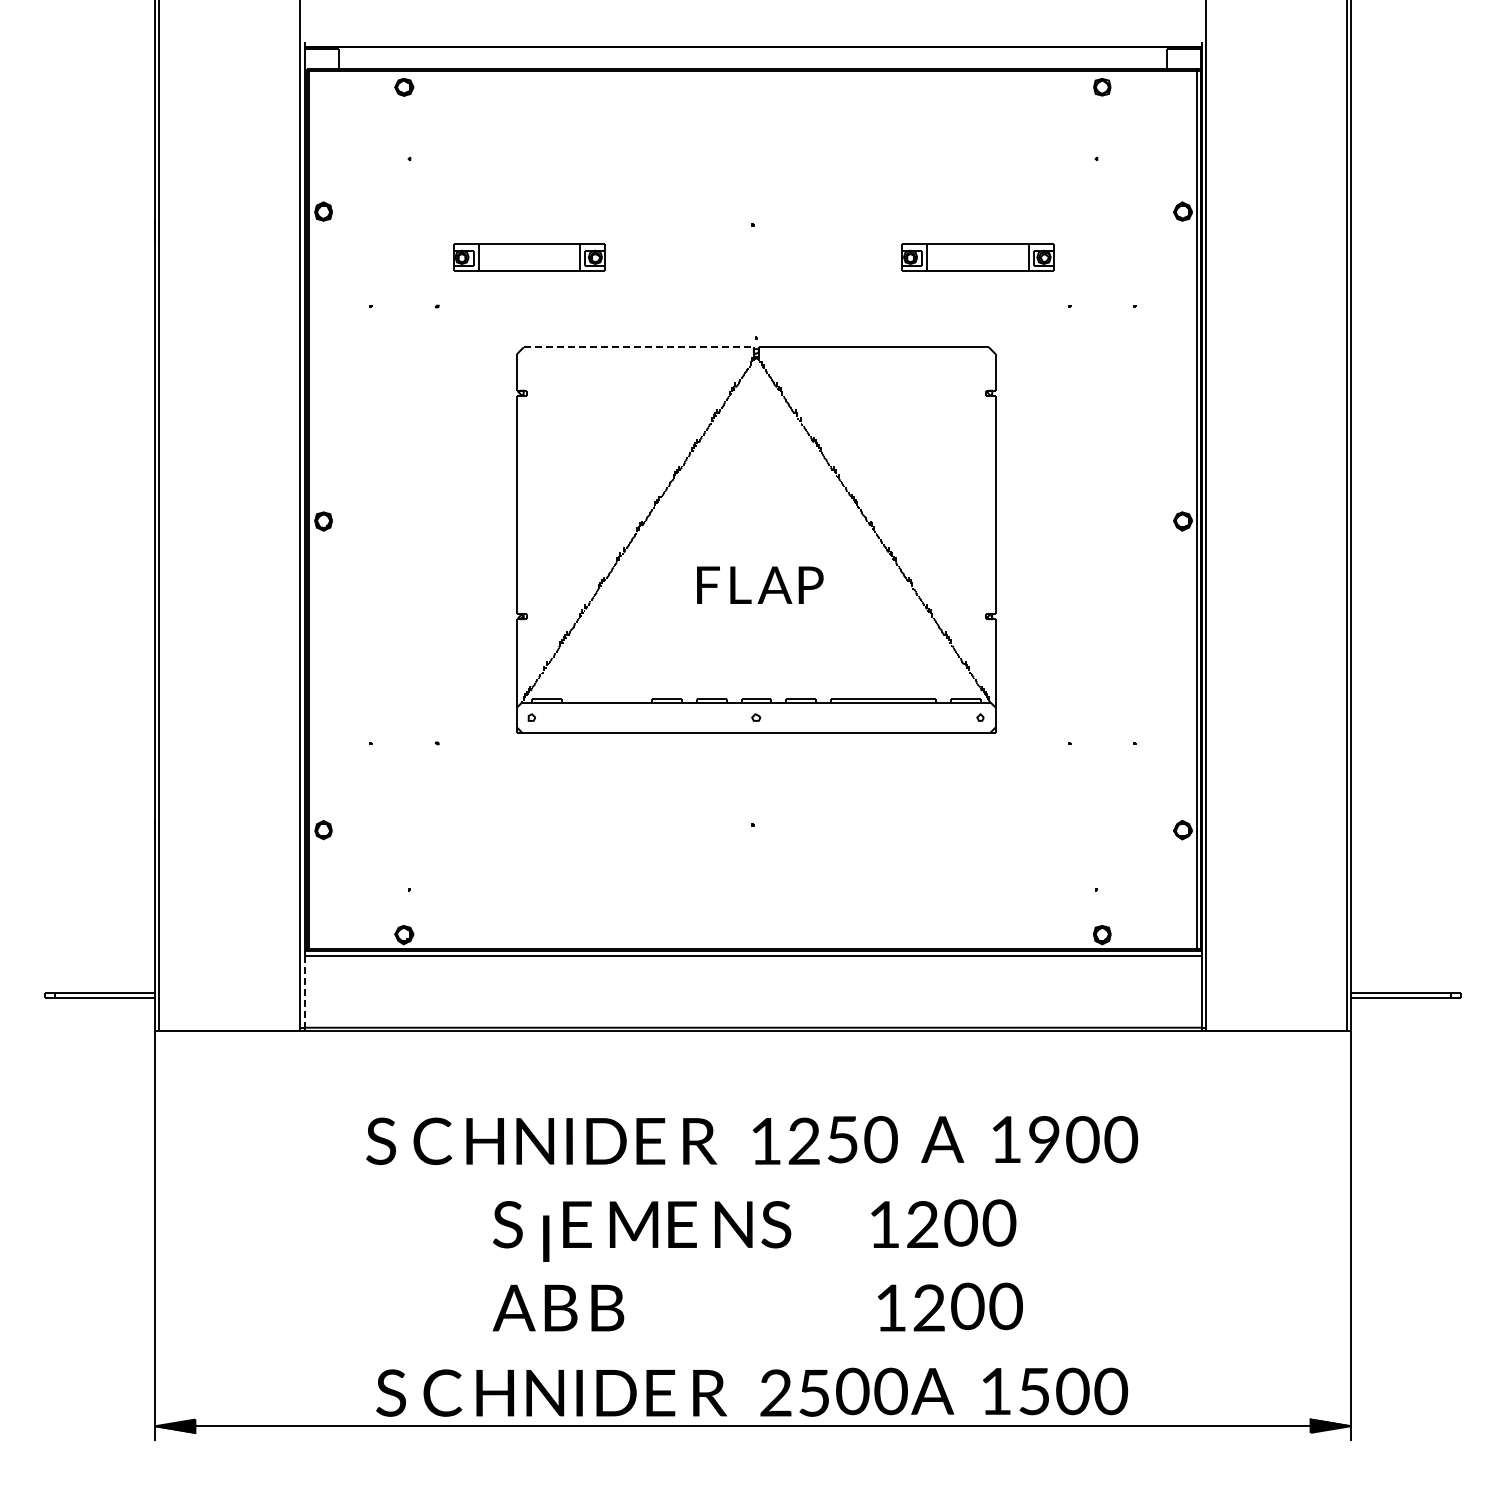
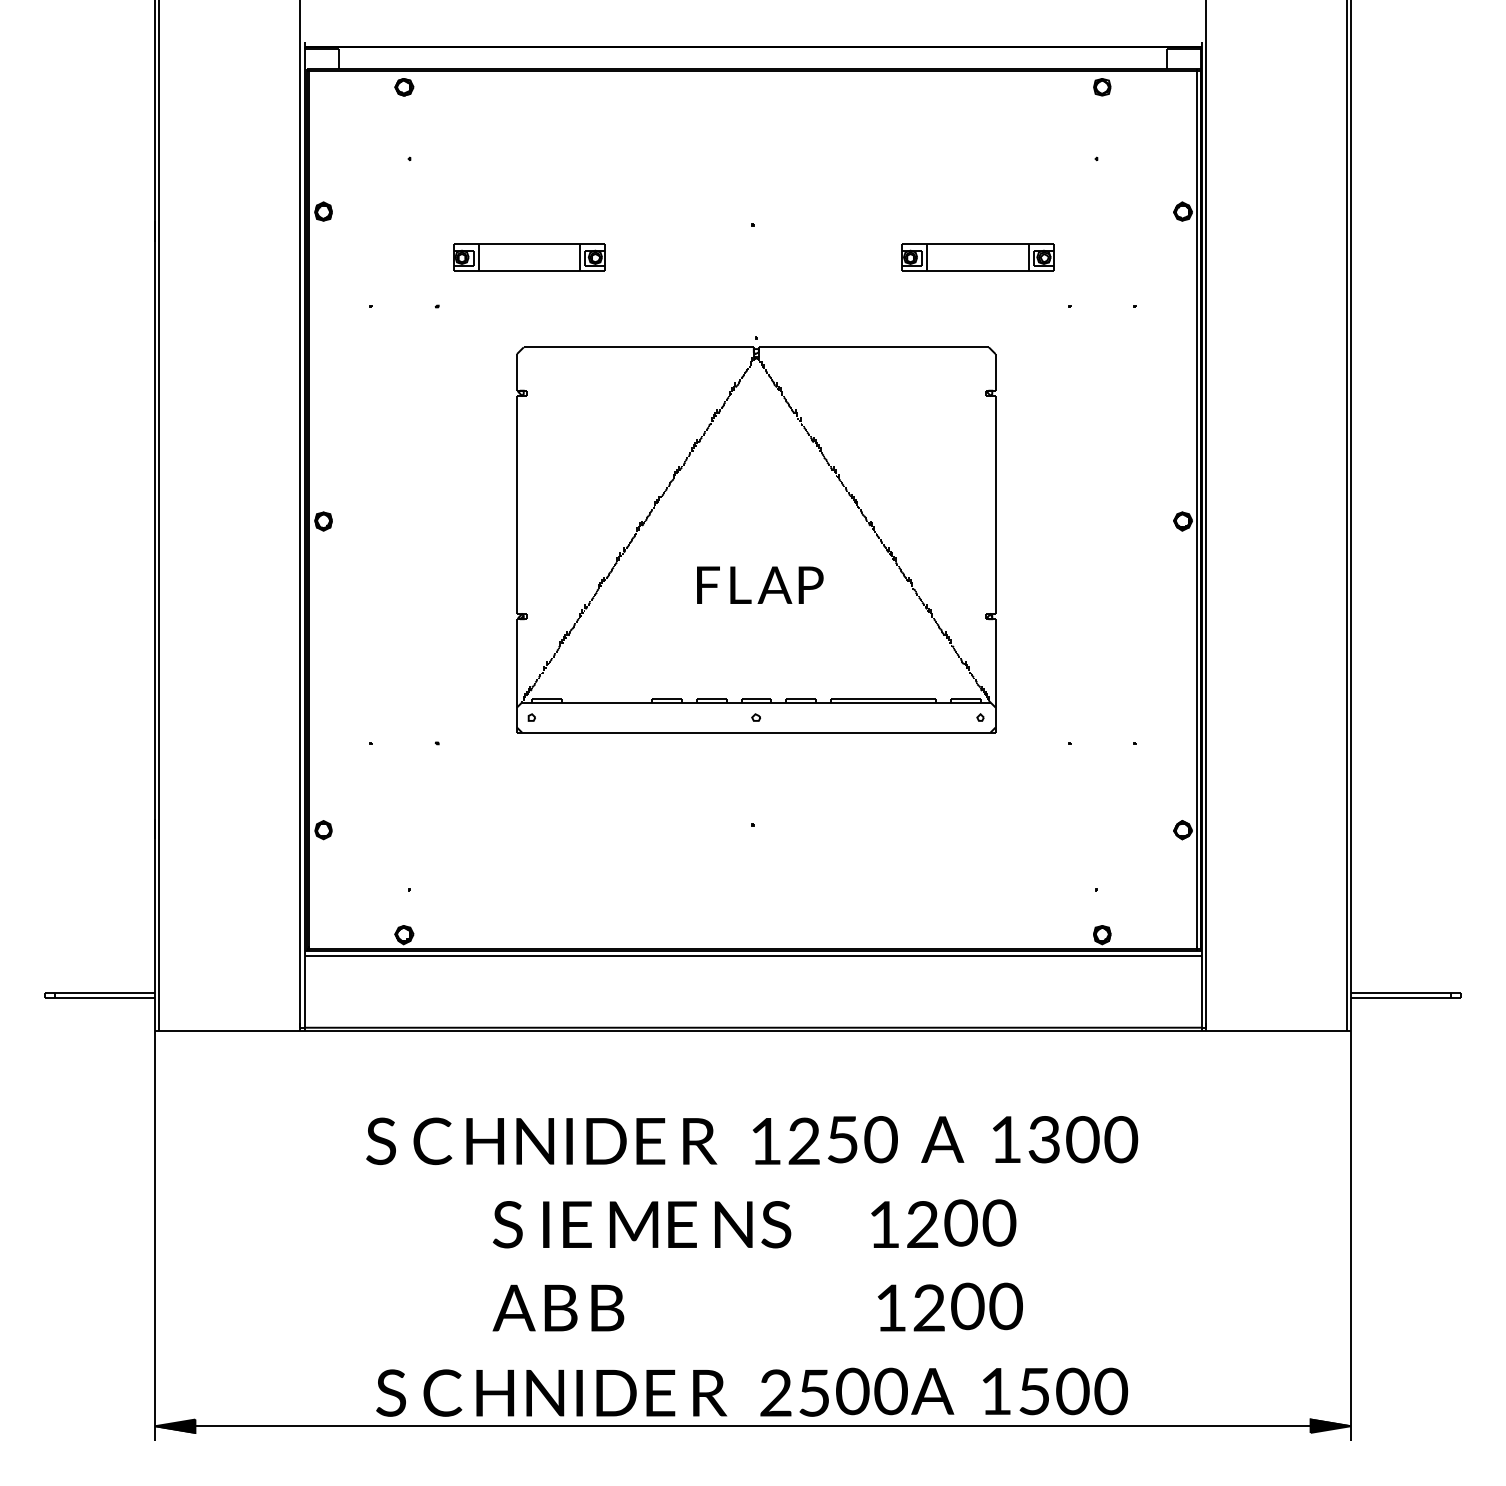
line at (639, 347): dashed -> solid
line at (305, 991): dashed -> solid
text at (1043, 1139): 9 -> 3
text at (546, 1238) position: (546, 1238) -> (546, 1224)
